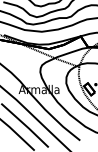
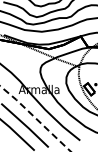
line at (36, 119): solid -> dashed
